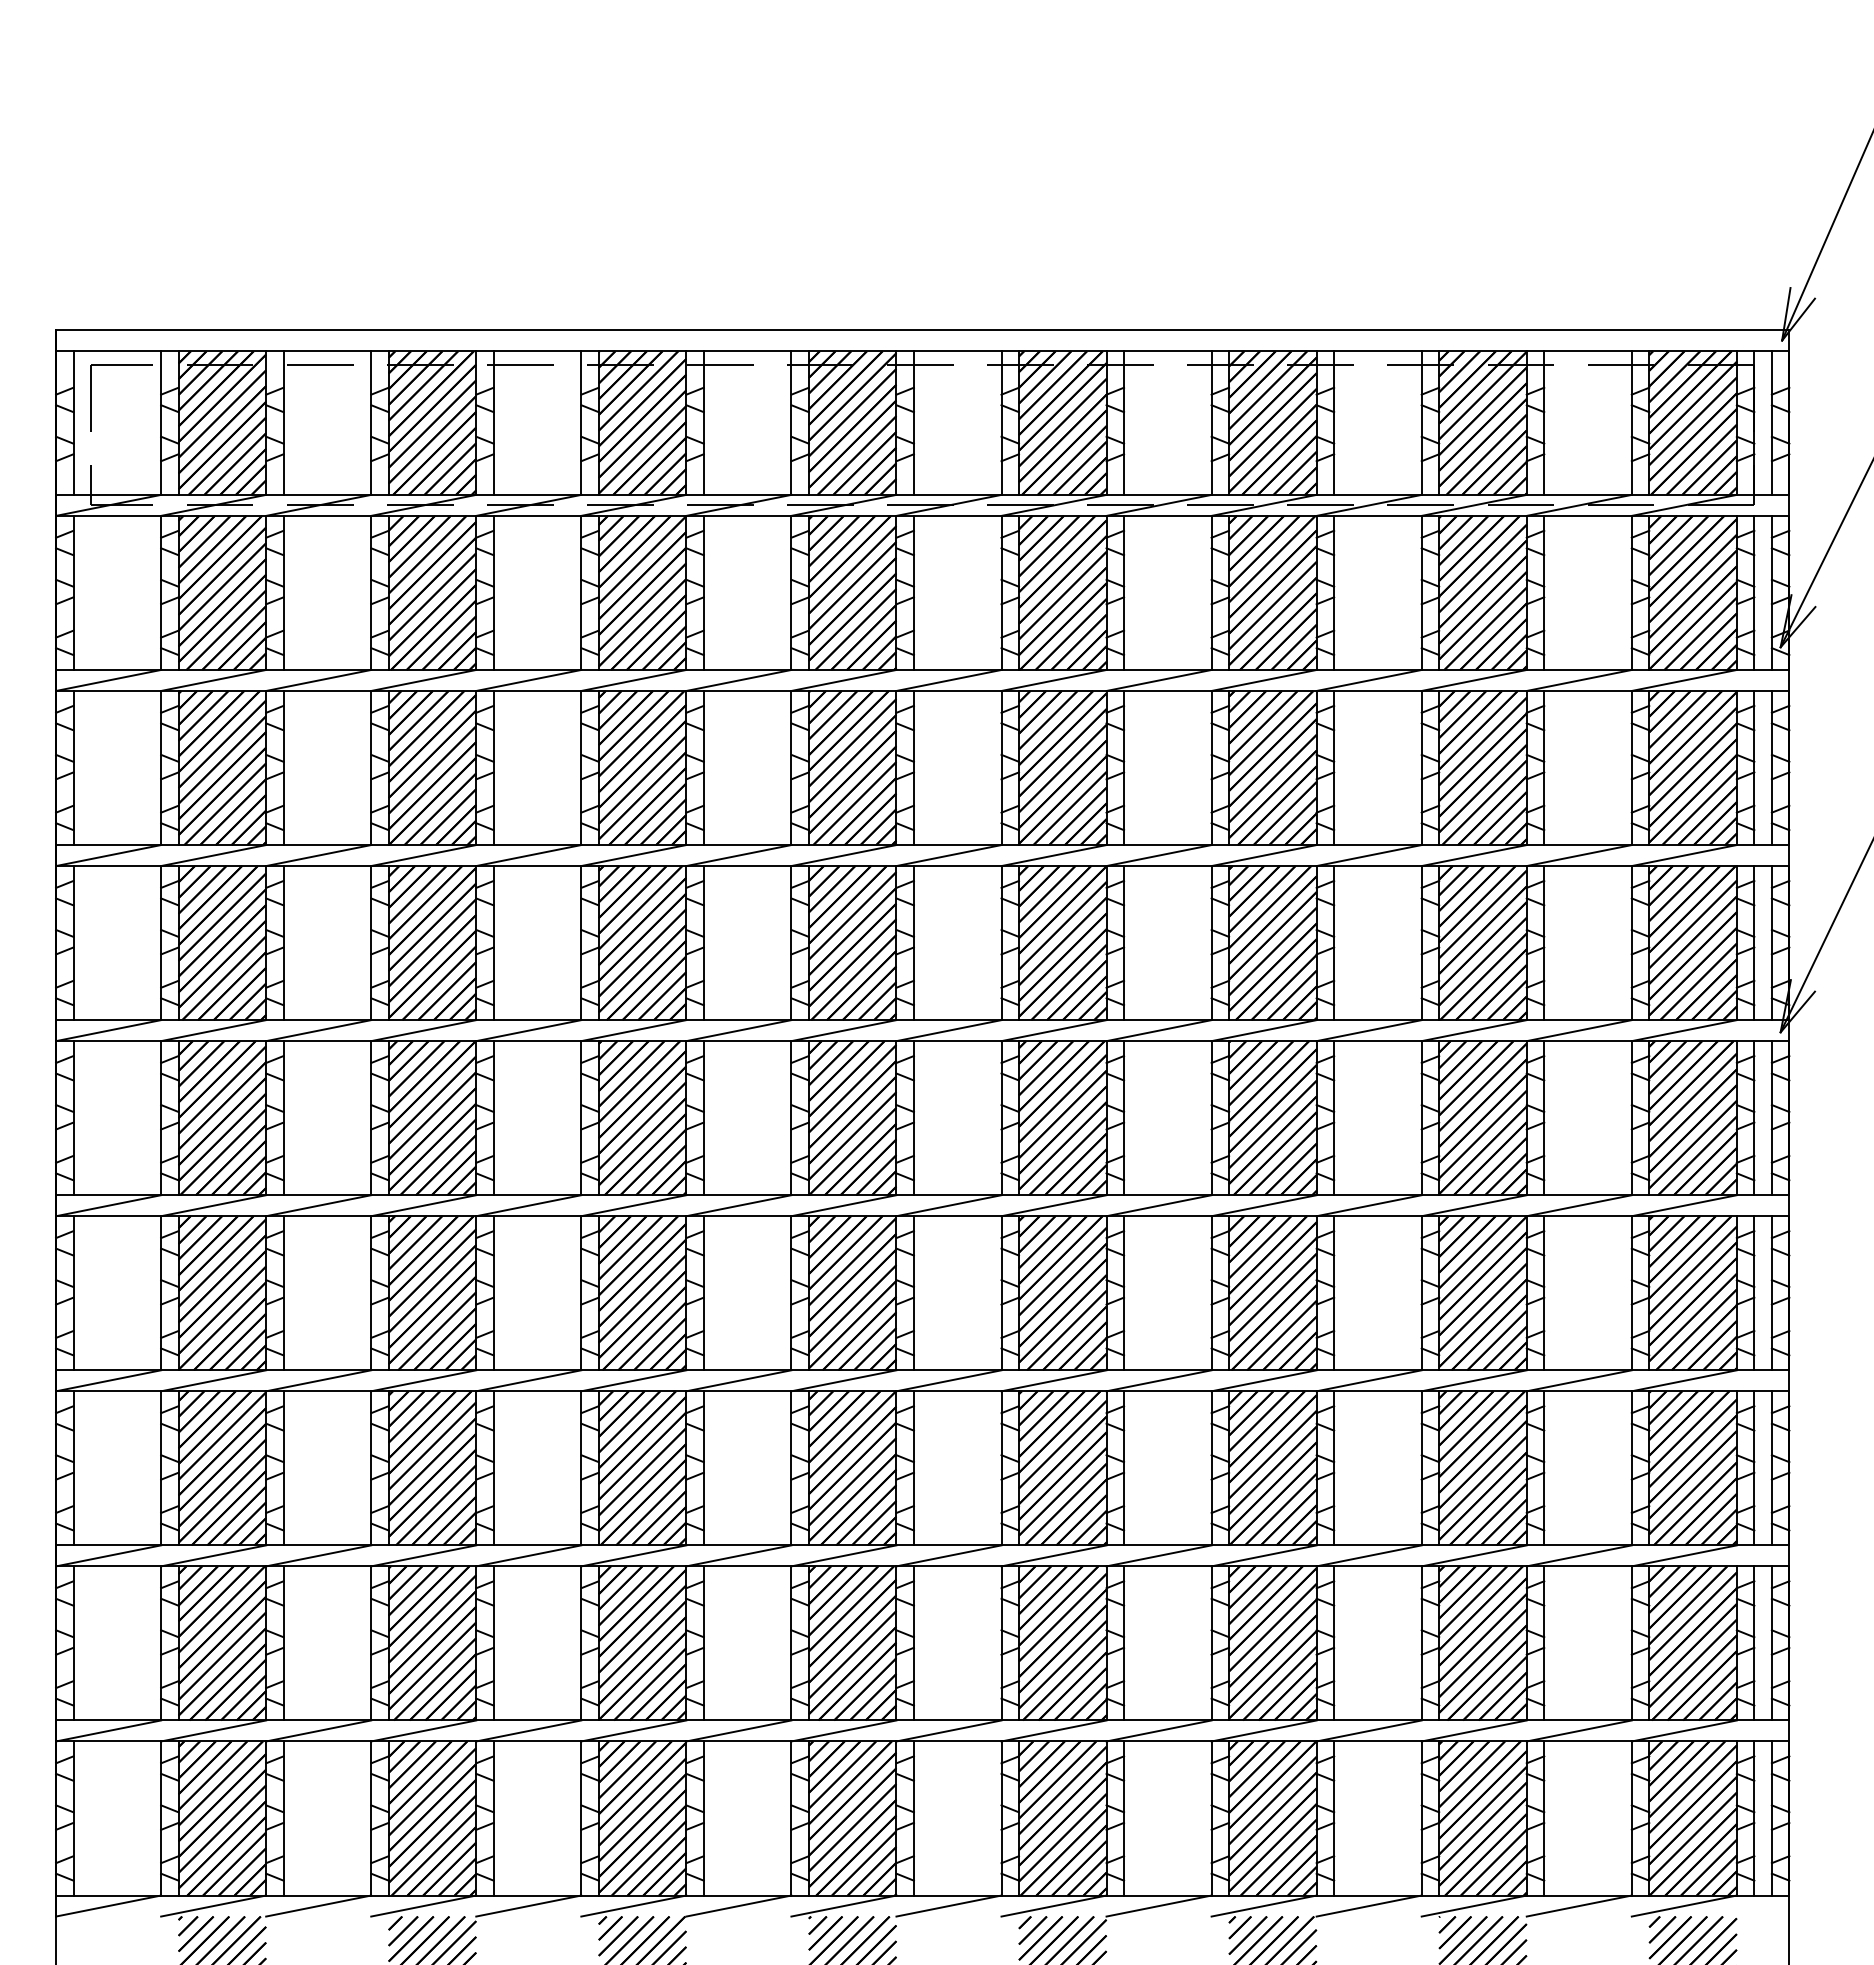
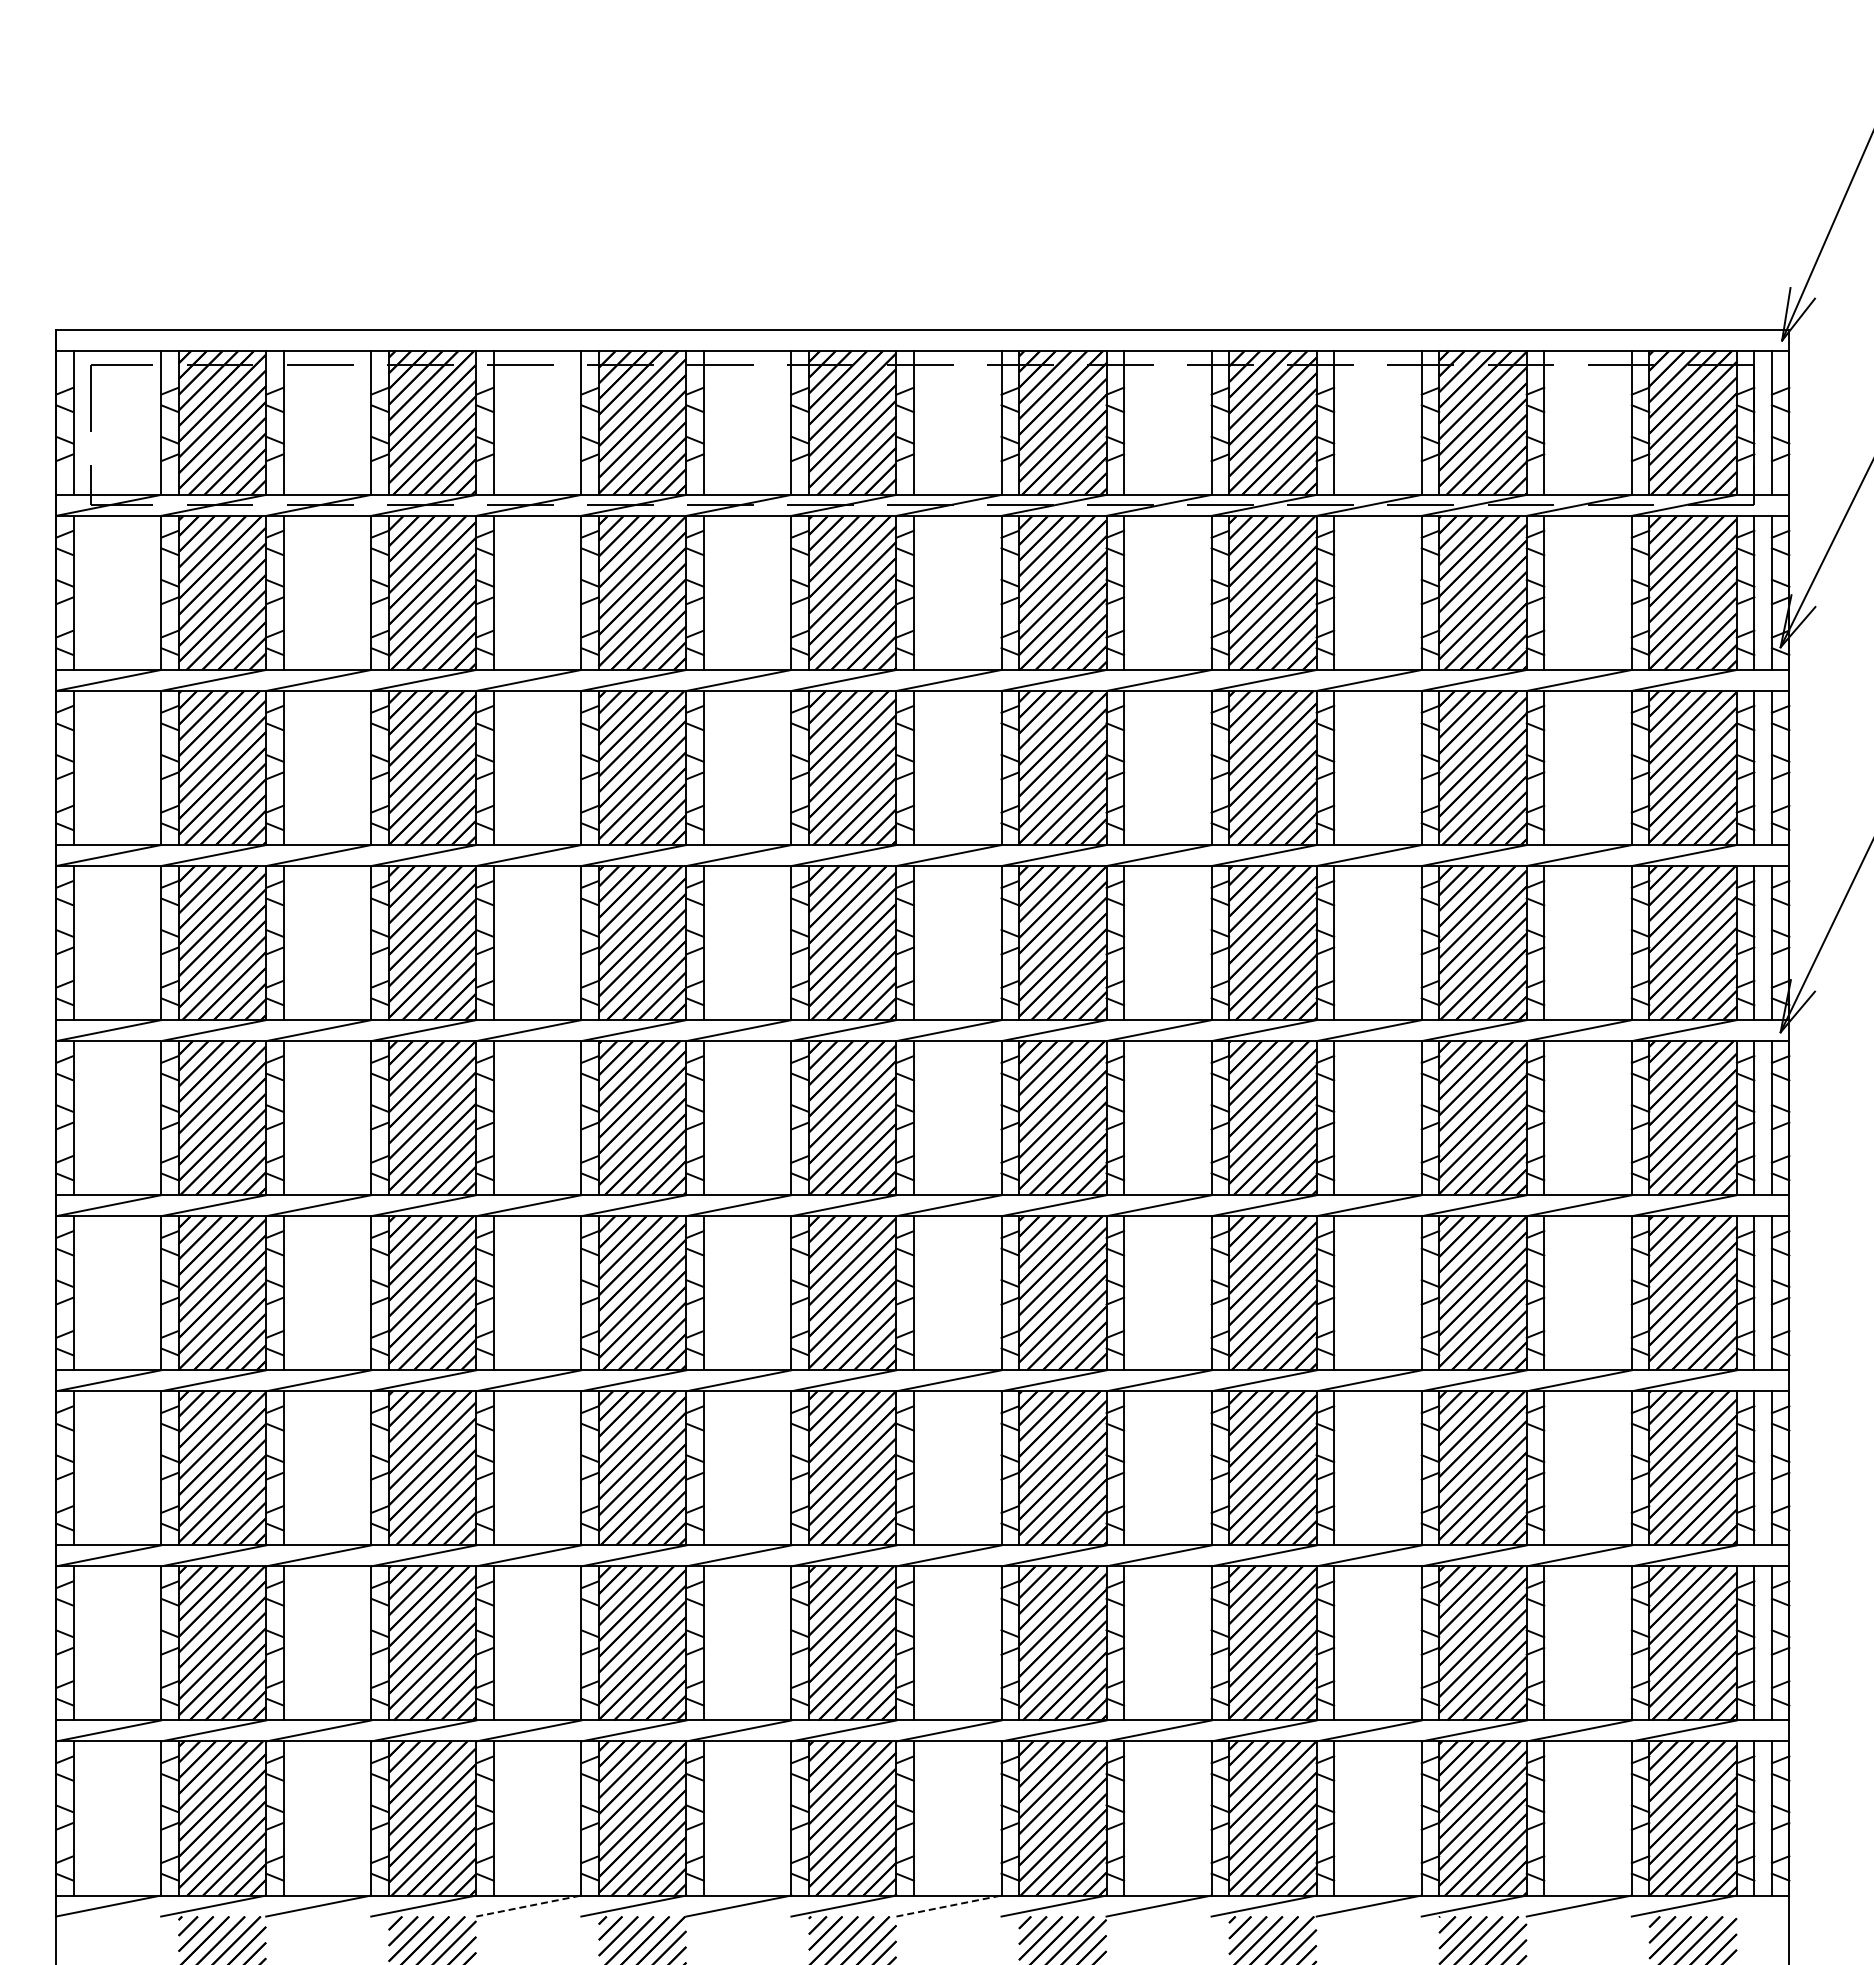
line at (528, 1906): solid -> dashed
line at (948, 1906): solid -> dashed
